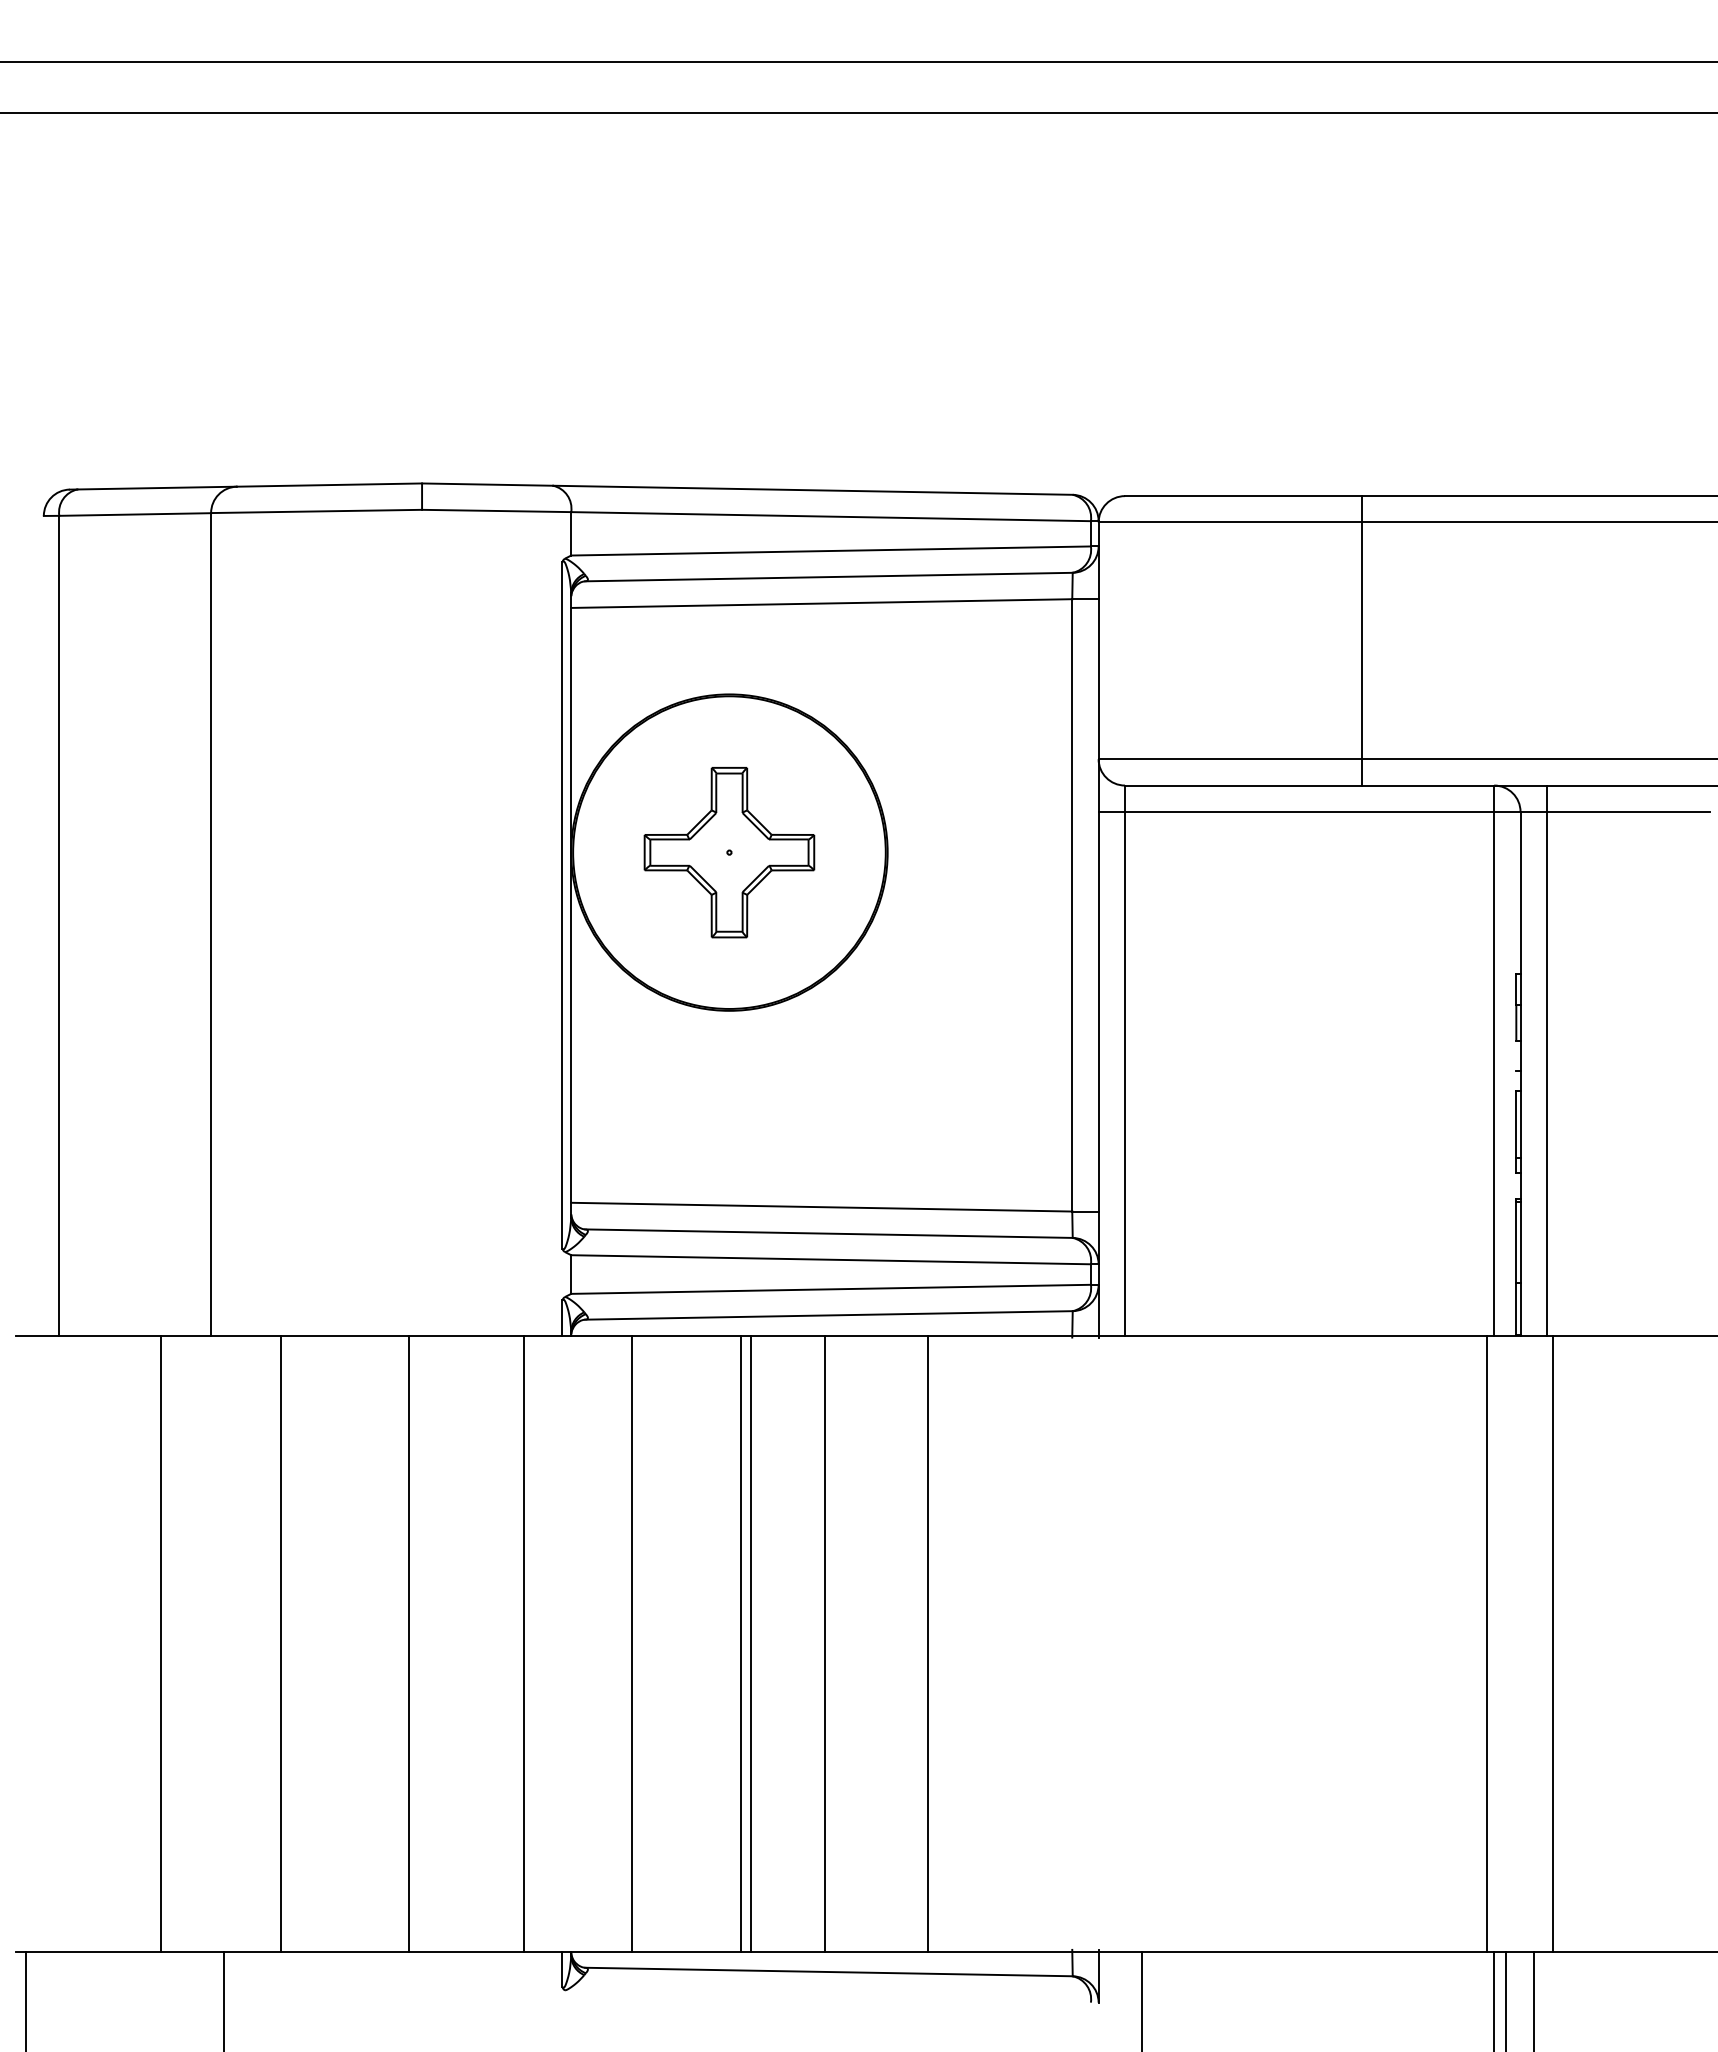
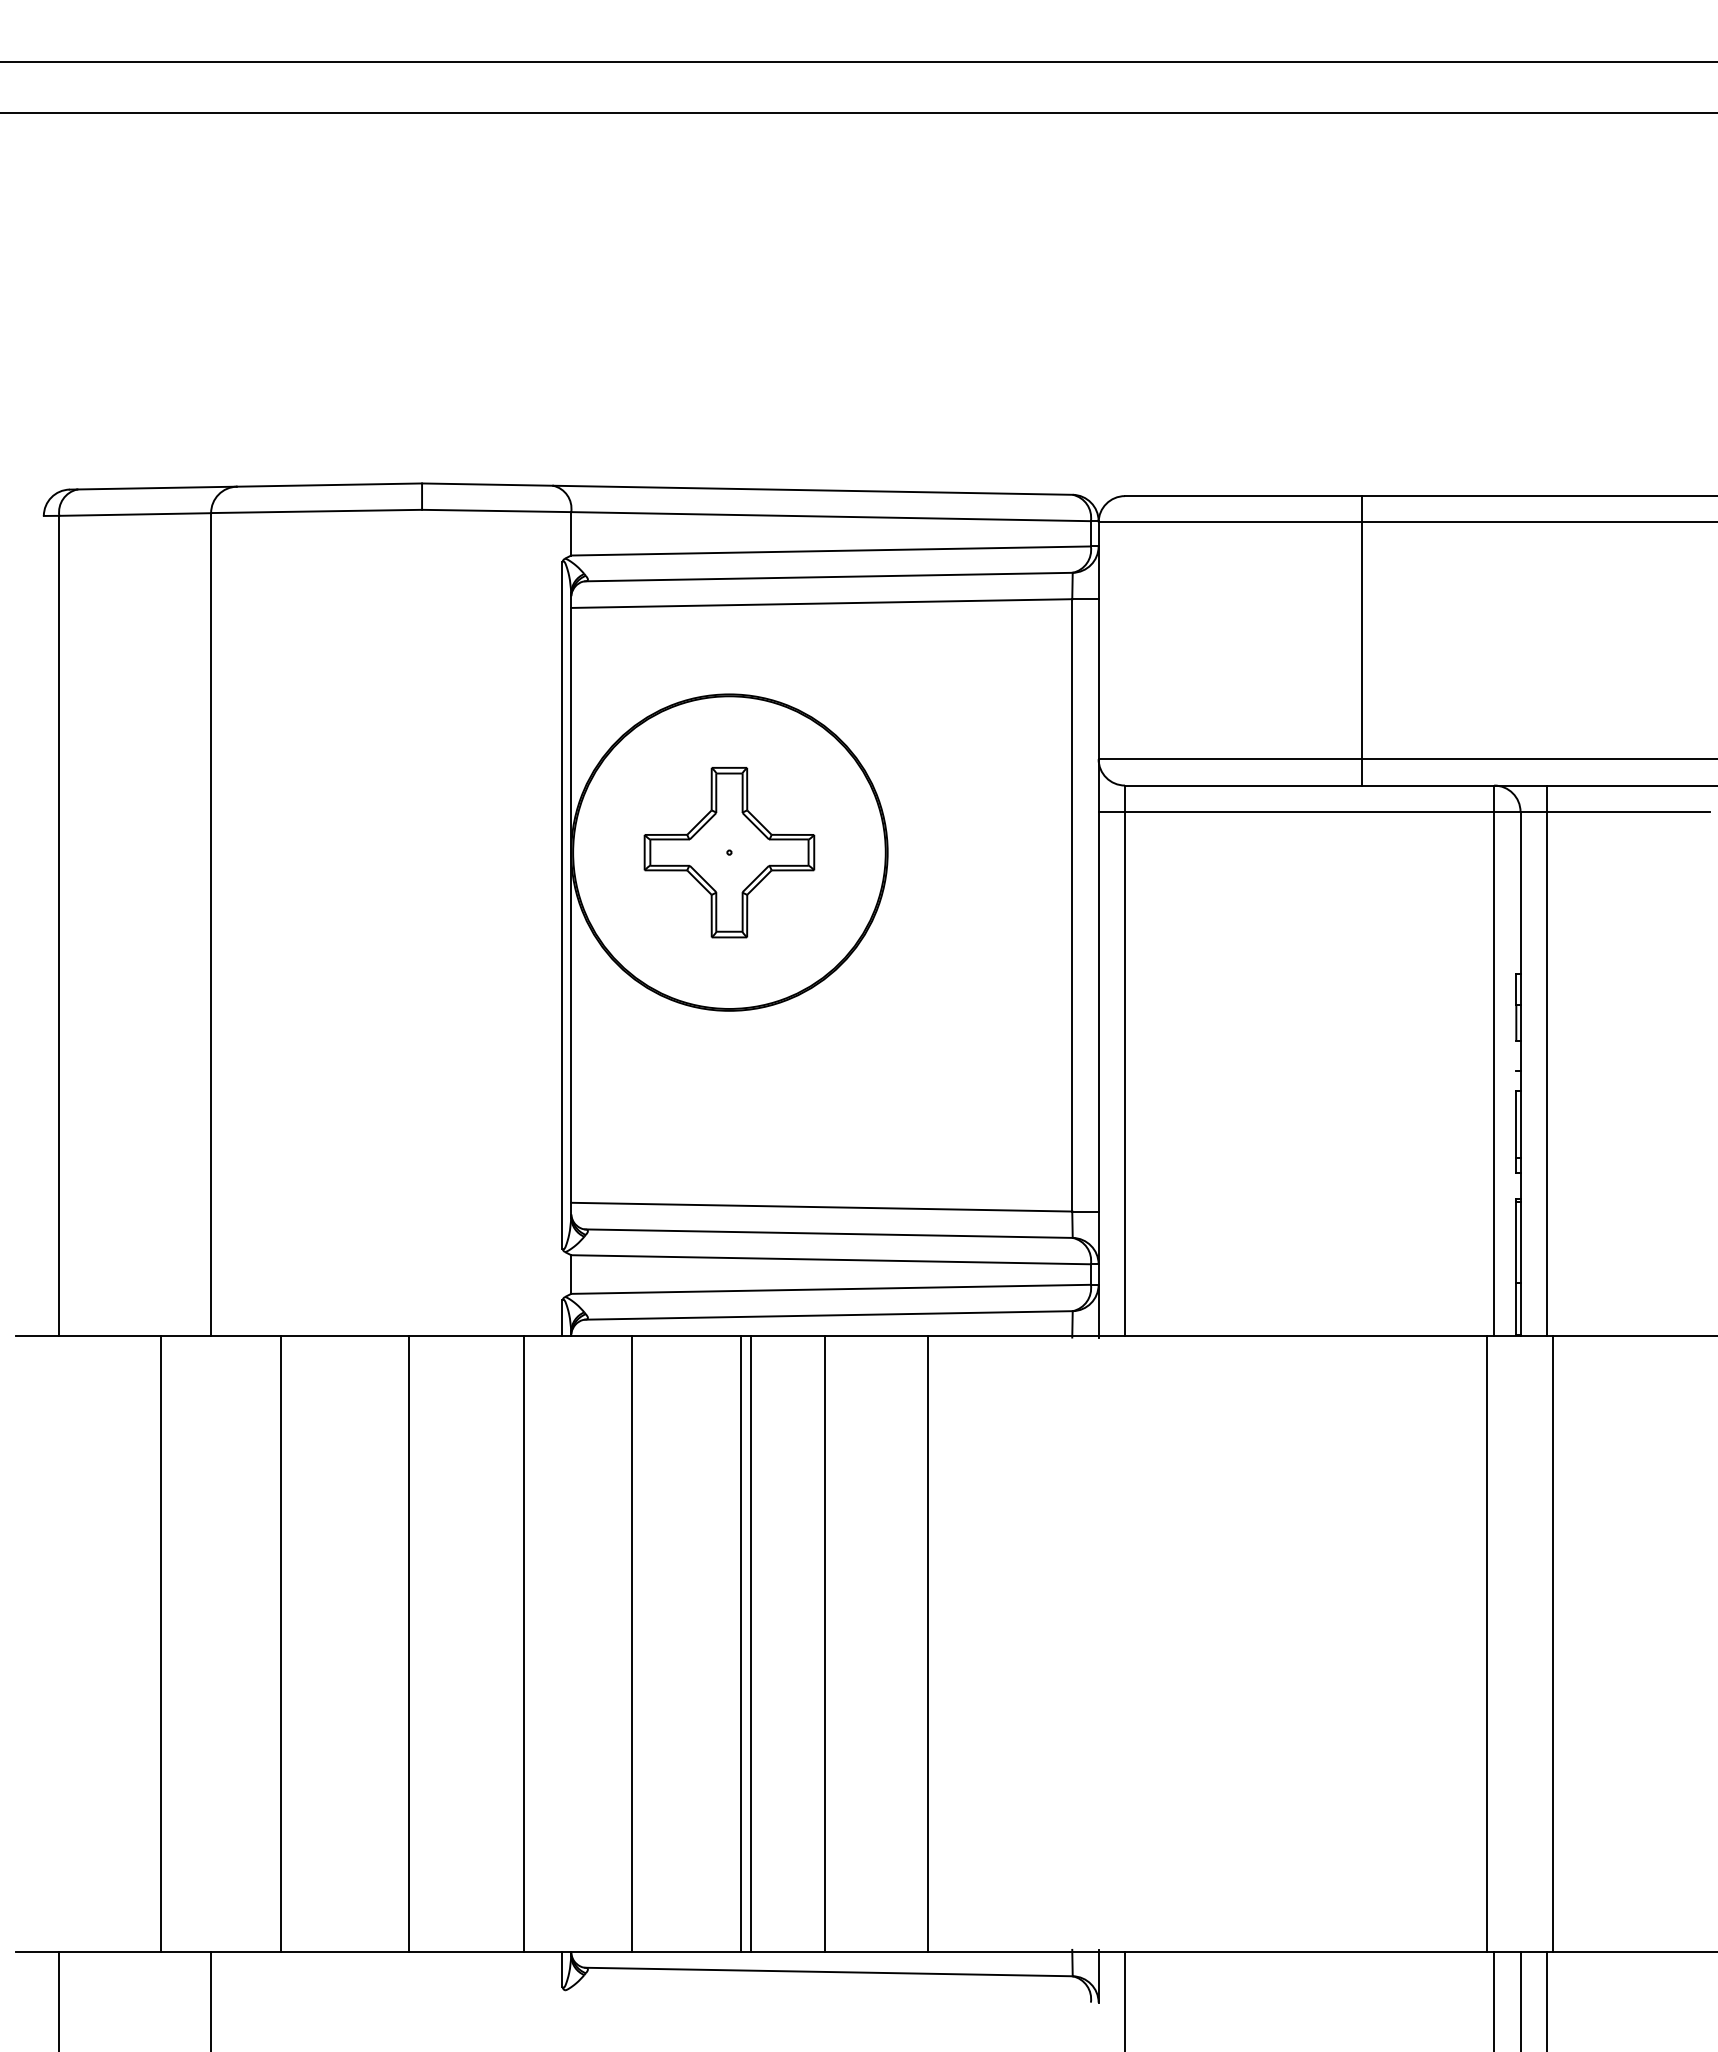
line at (26, 1999) position: (26, 1999) -> (59, 1999)
line at (224, 1999) position: (224, 1999) -> (211, 1999)
line at (1142, 1999) position: (1142, 1999) -> (1125, 1999)
line at (1505, 1999) position: (1505, 1999) -> (1520, 1999)
line at (1533, 1999) position: (1533, 1999) -> (1546, 1999)
